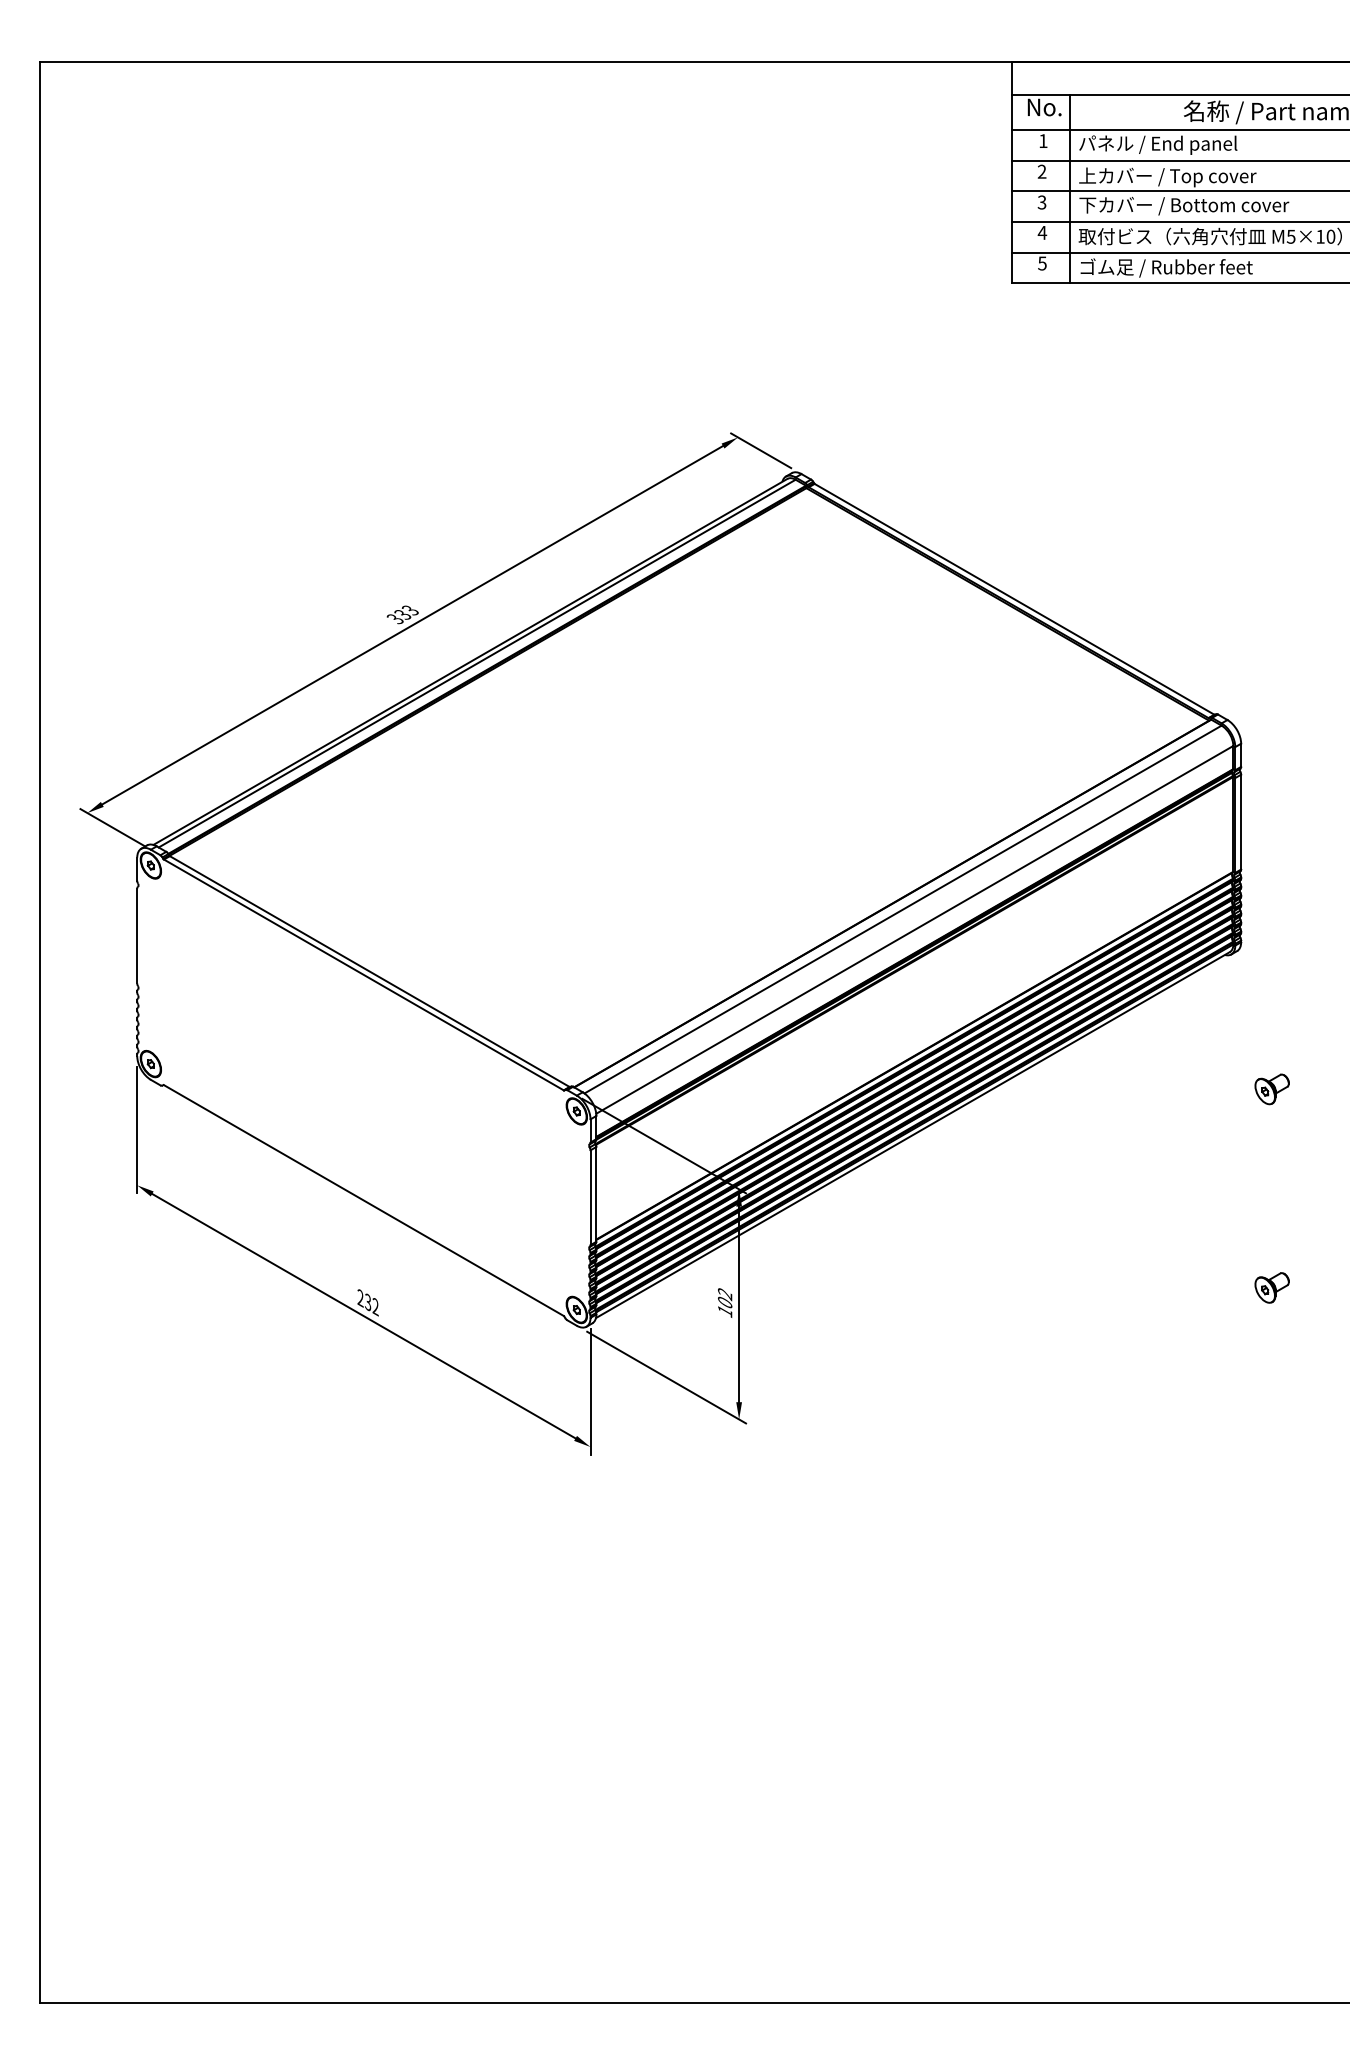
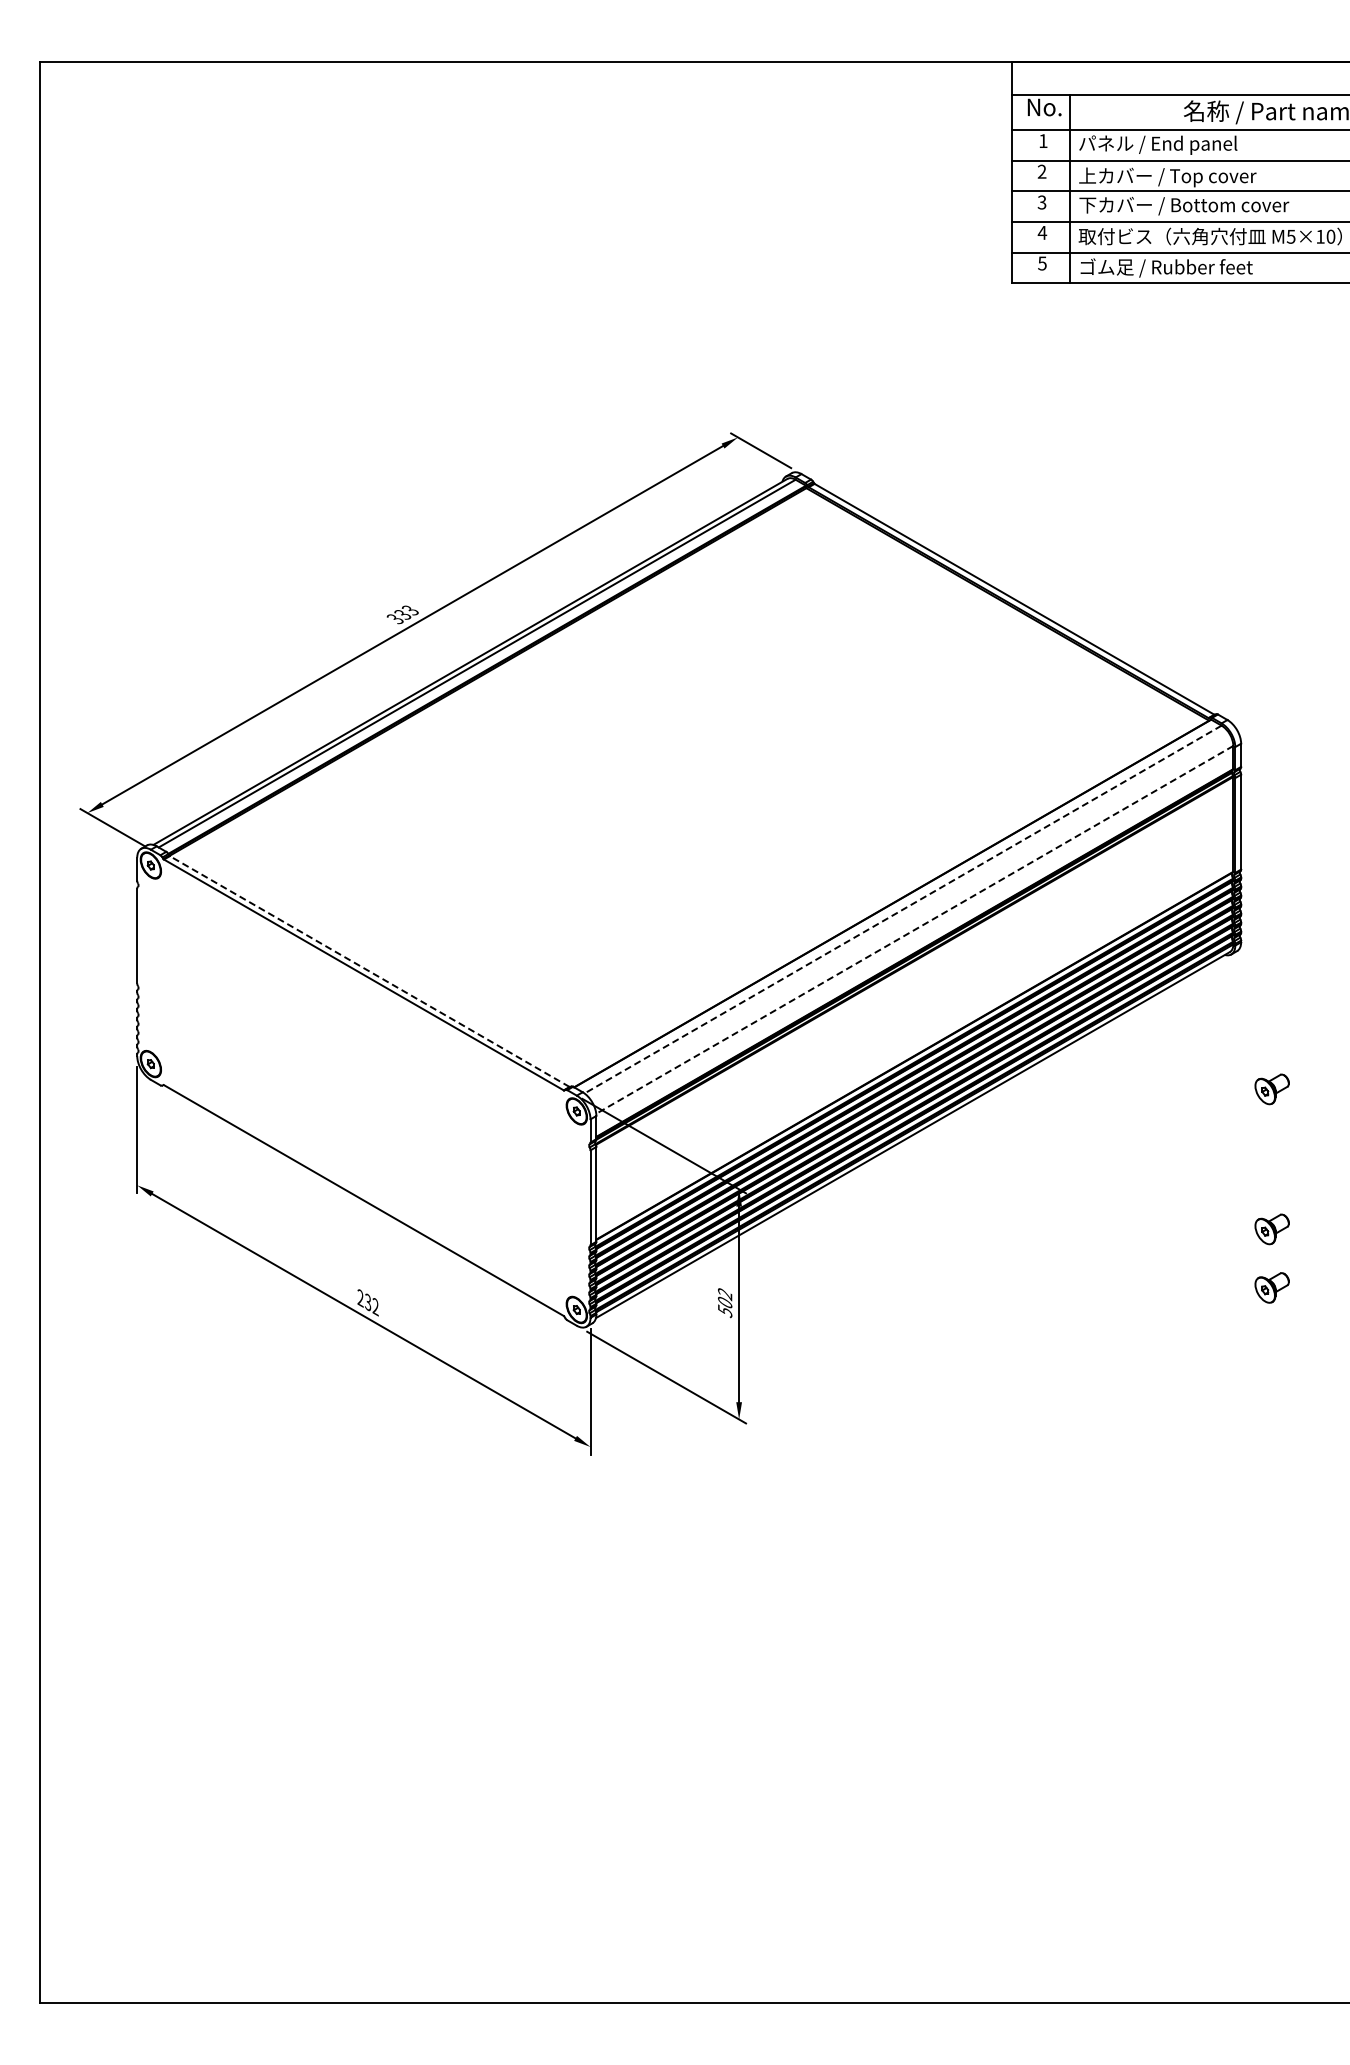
line at (903, 909): solid -> dashed
line at (914, 929): solid -> dashed
line at (369, 971): solid -> dashed
part at (1271, 1229): none -> present
text at (725, 1311): 102 -> 502
